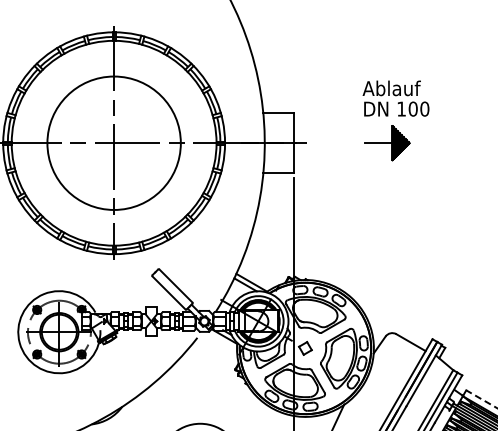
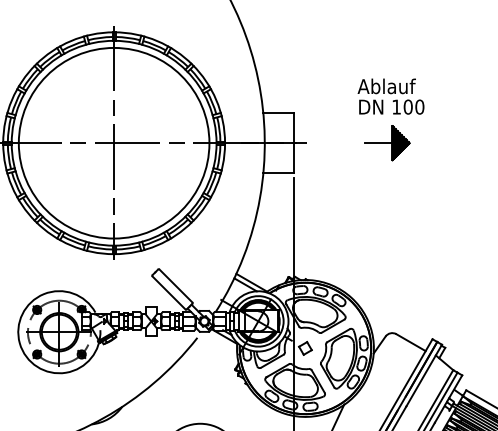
text at (395, 98) position: (395, 98) -> (390, 96)
circle at (113, 142) diameter: 133 px -> 191 px
line at (481, 399): dashed -> solid
